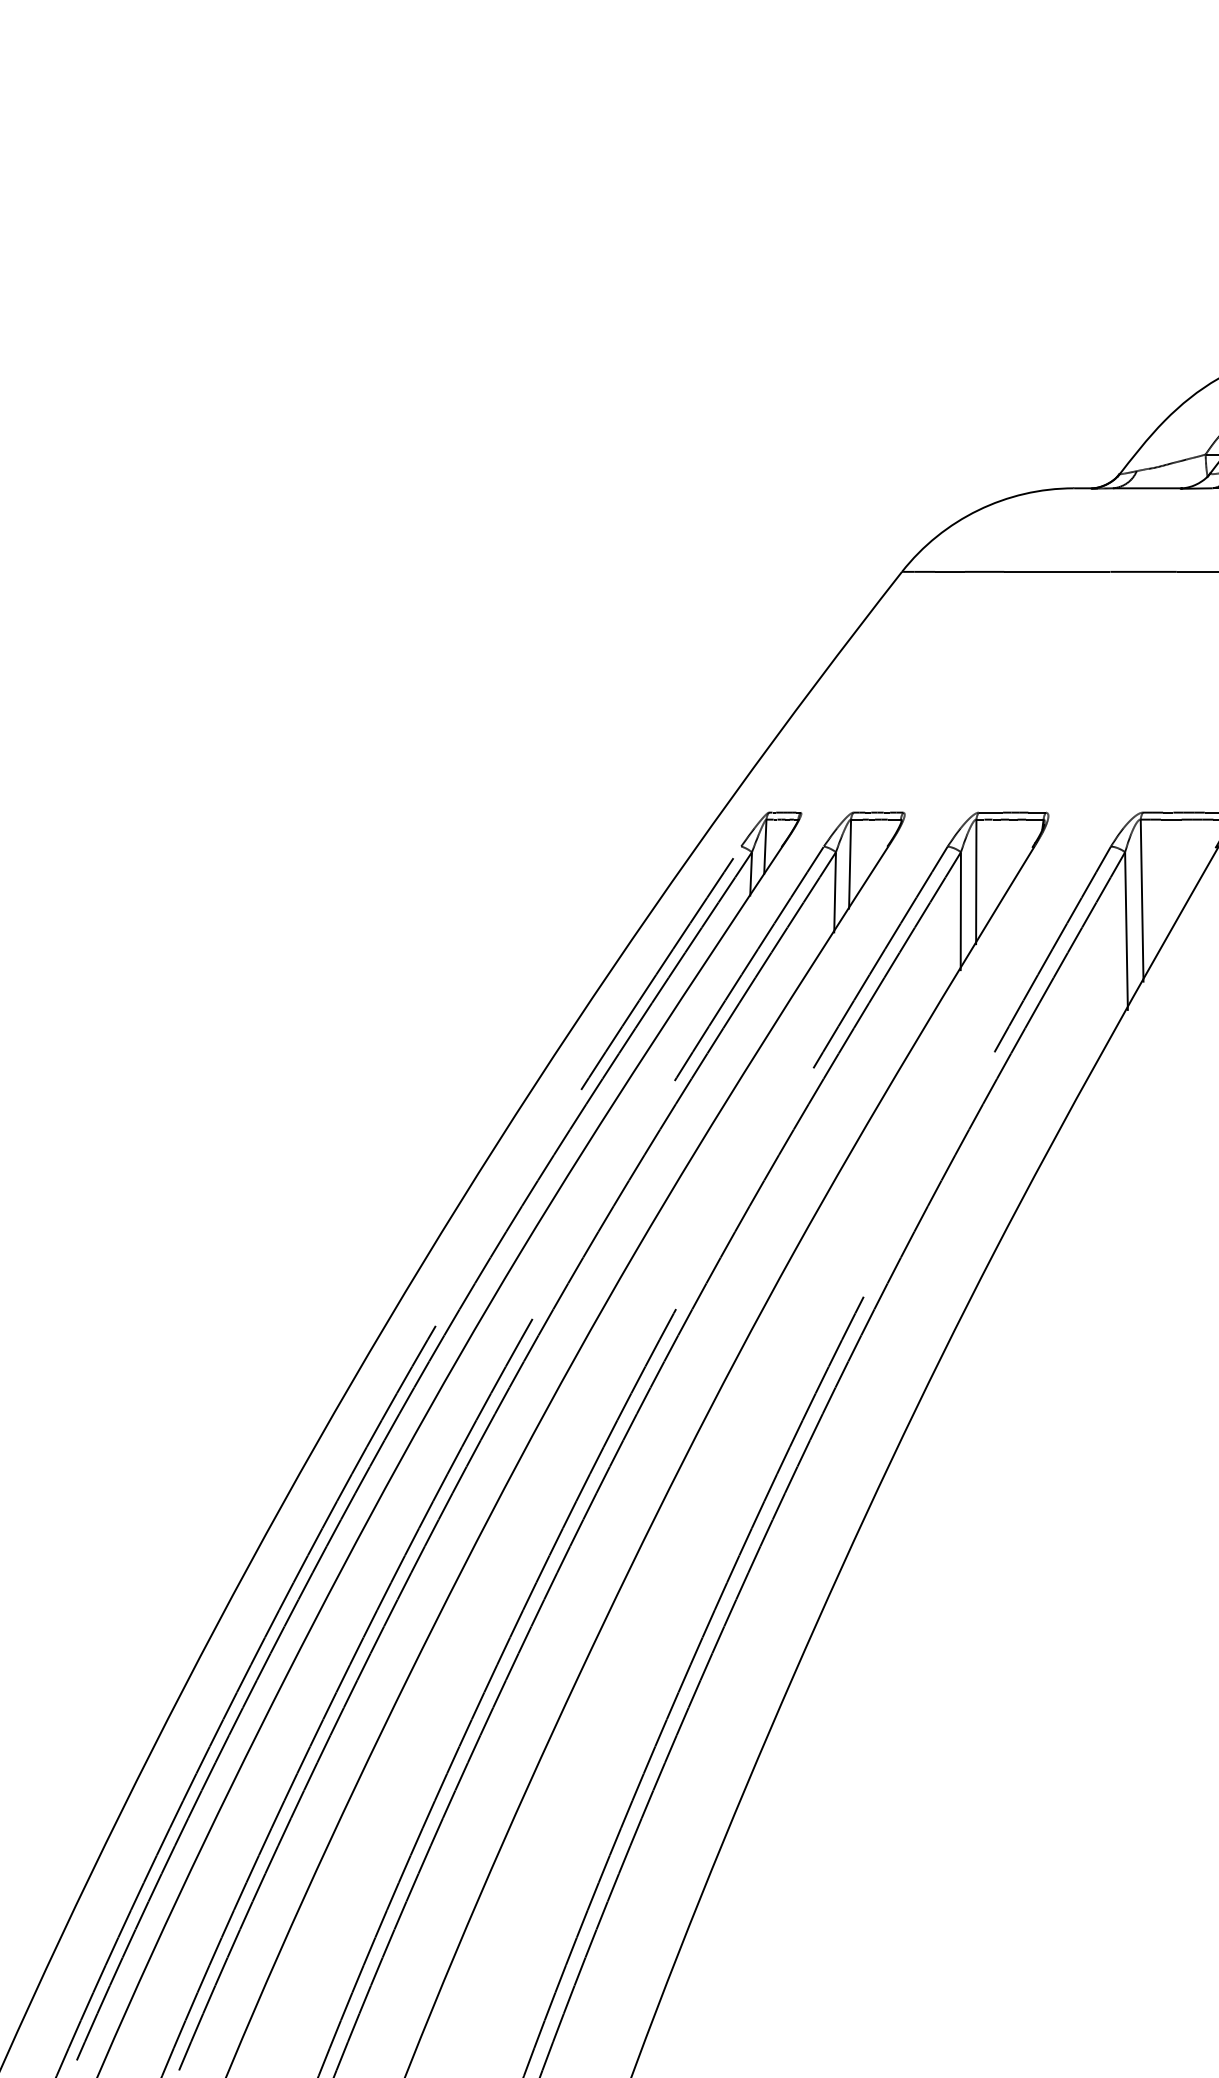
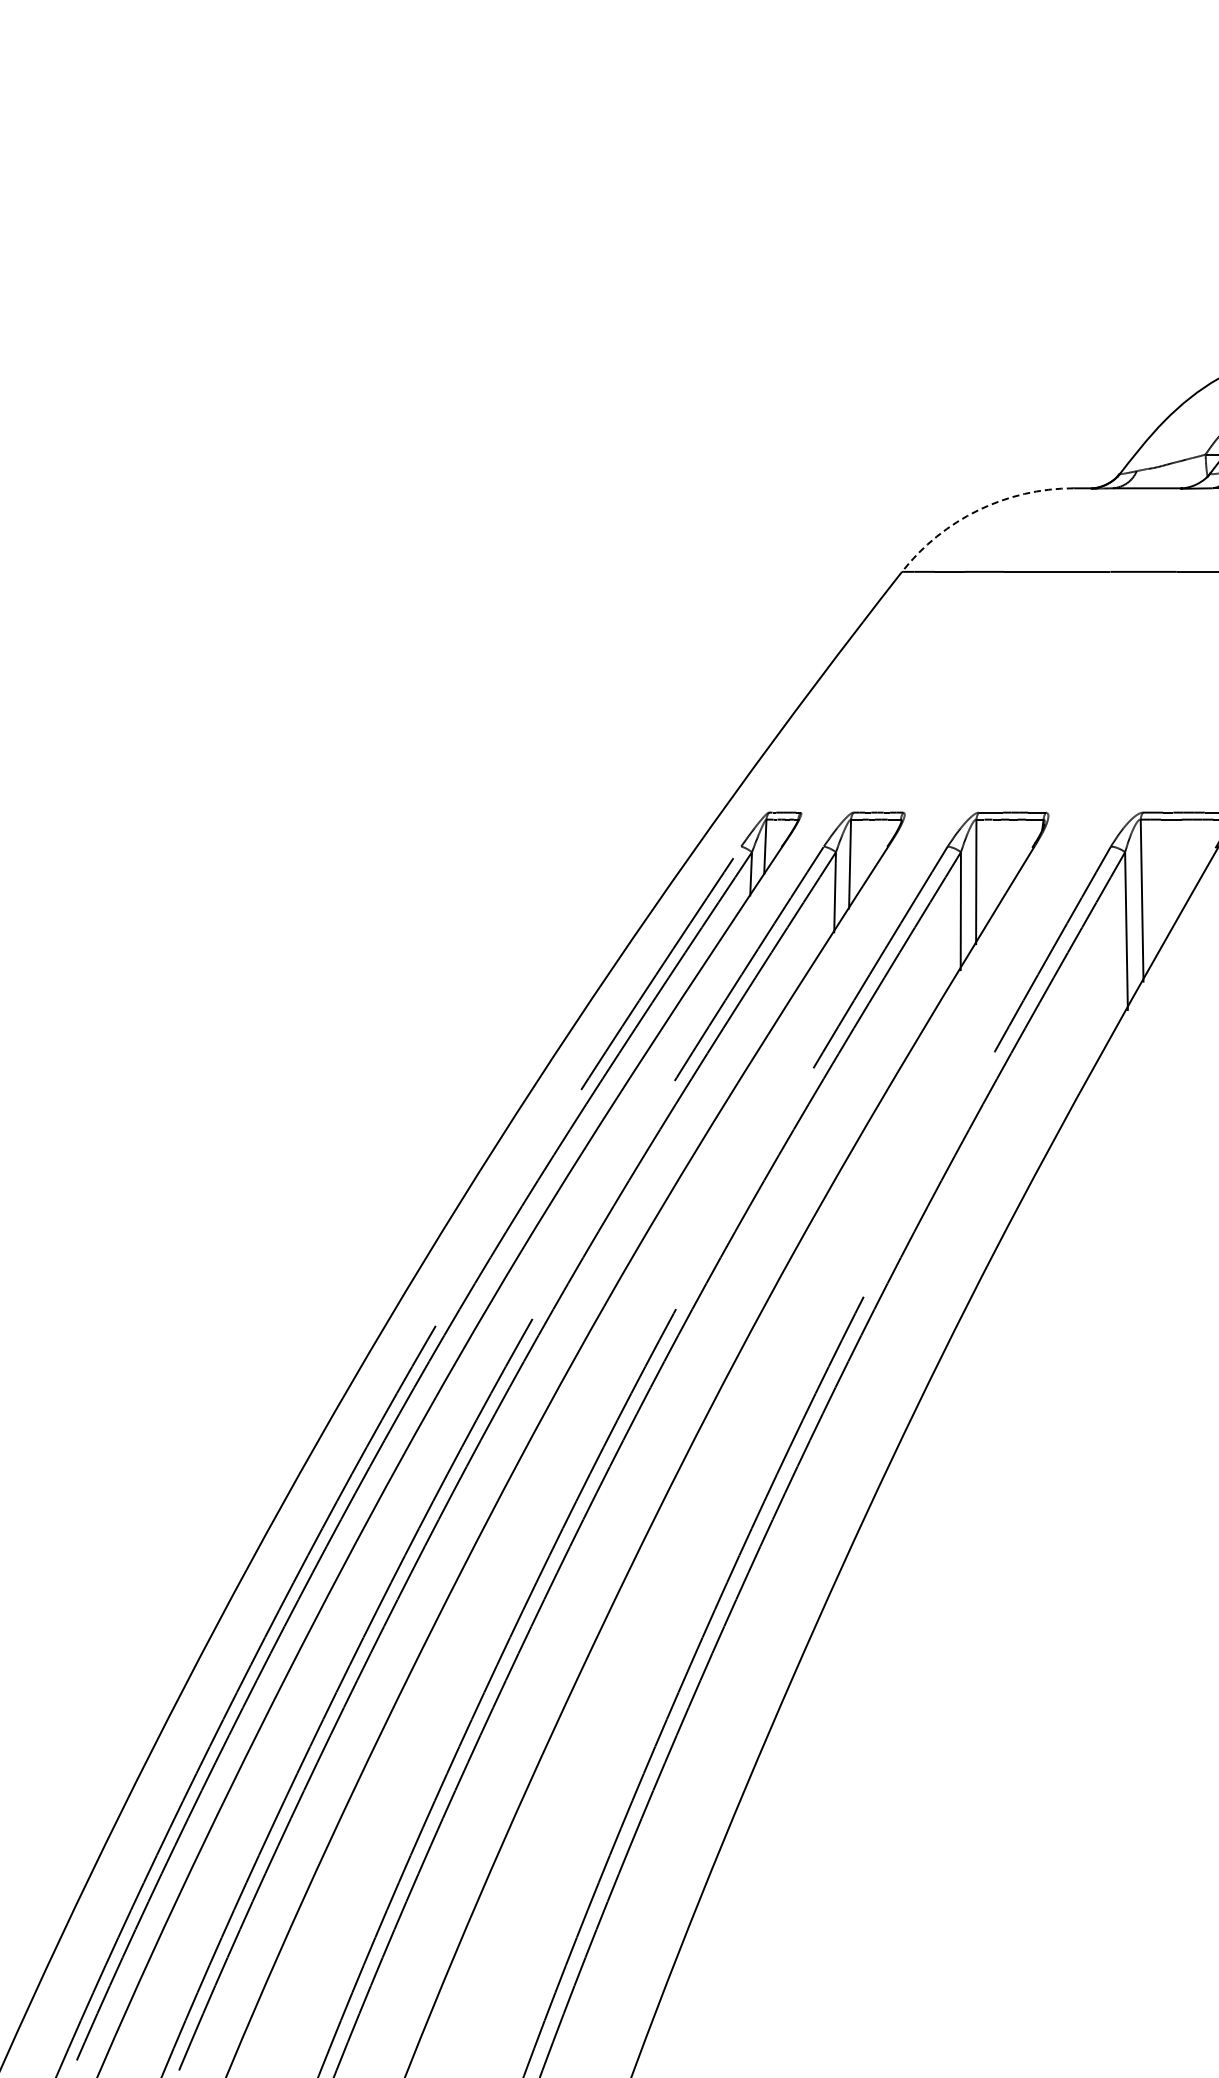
arc at (978, 510): solid -> dashed
